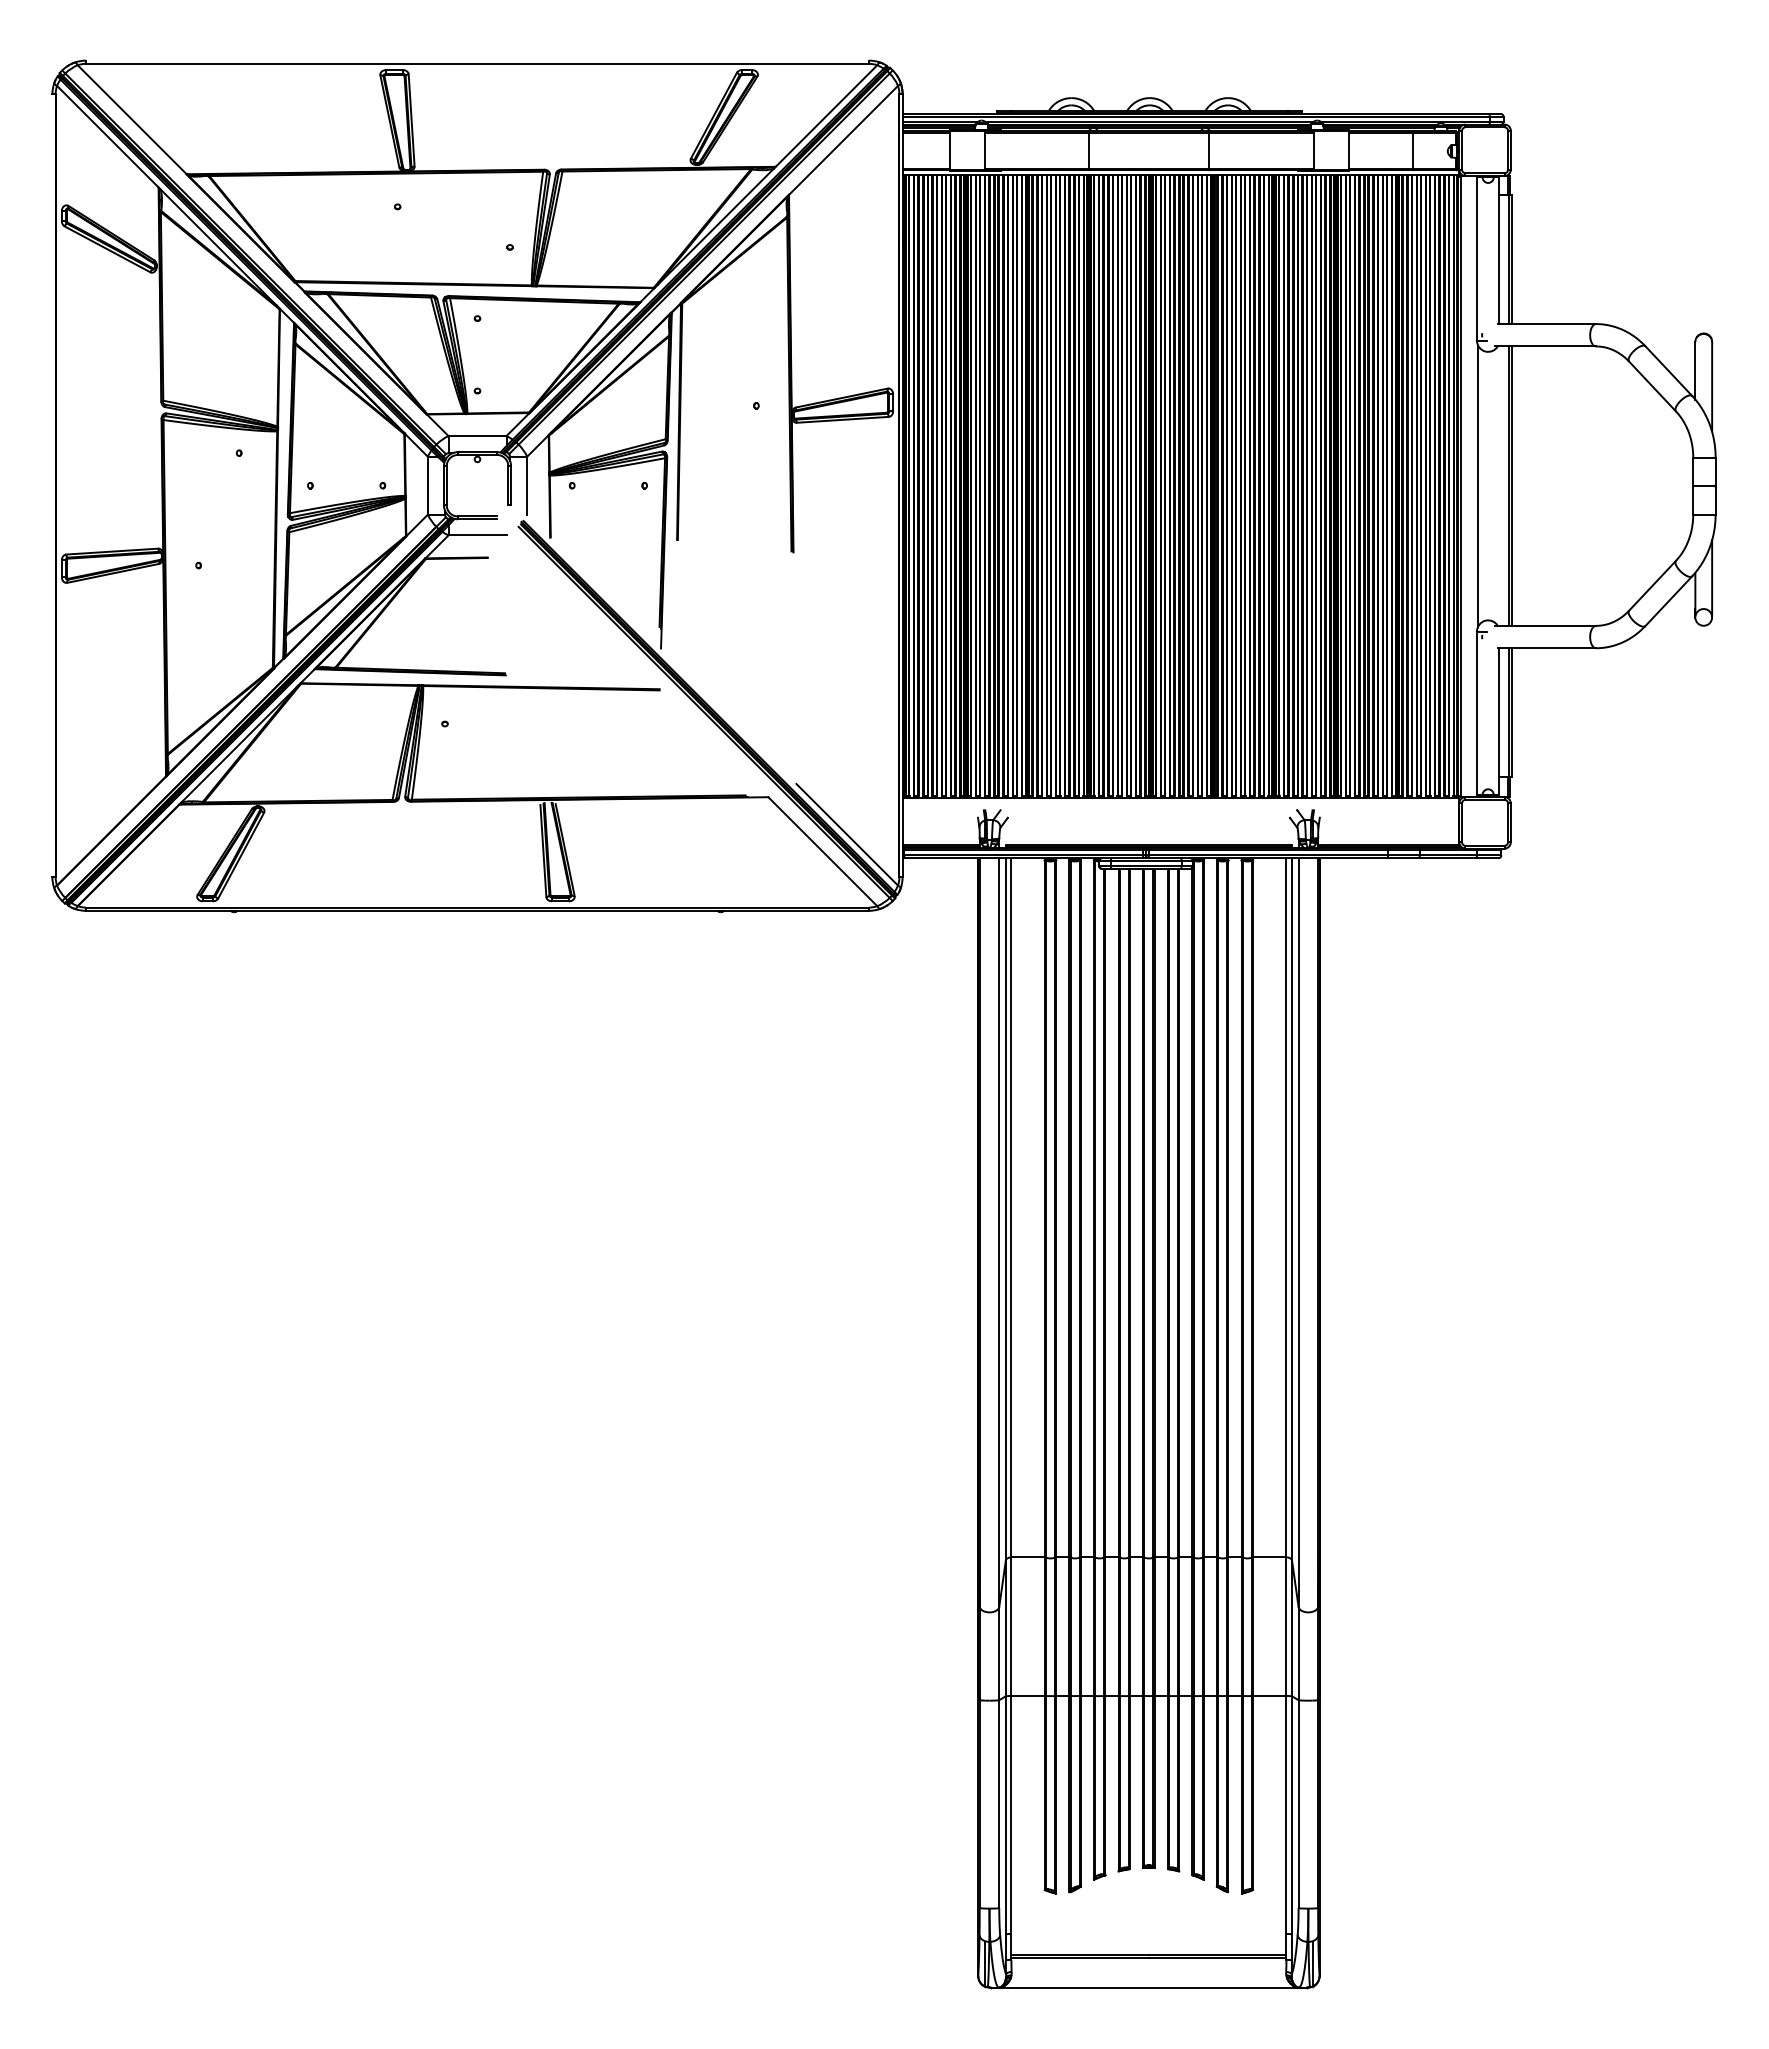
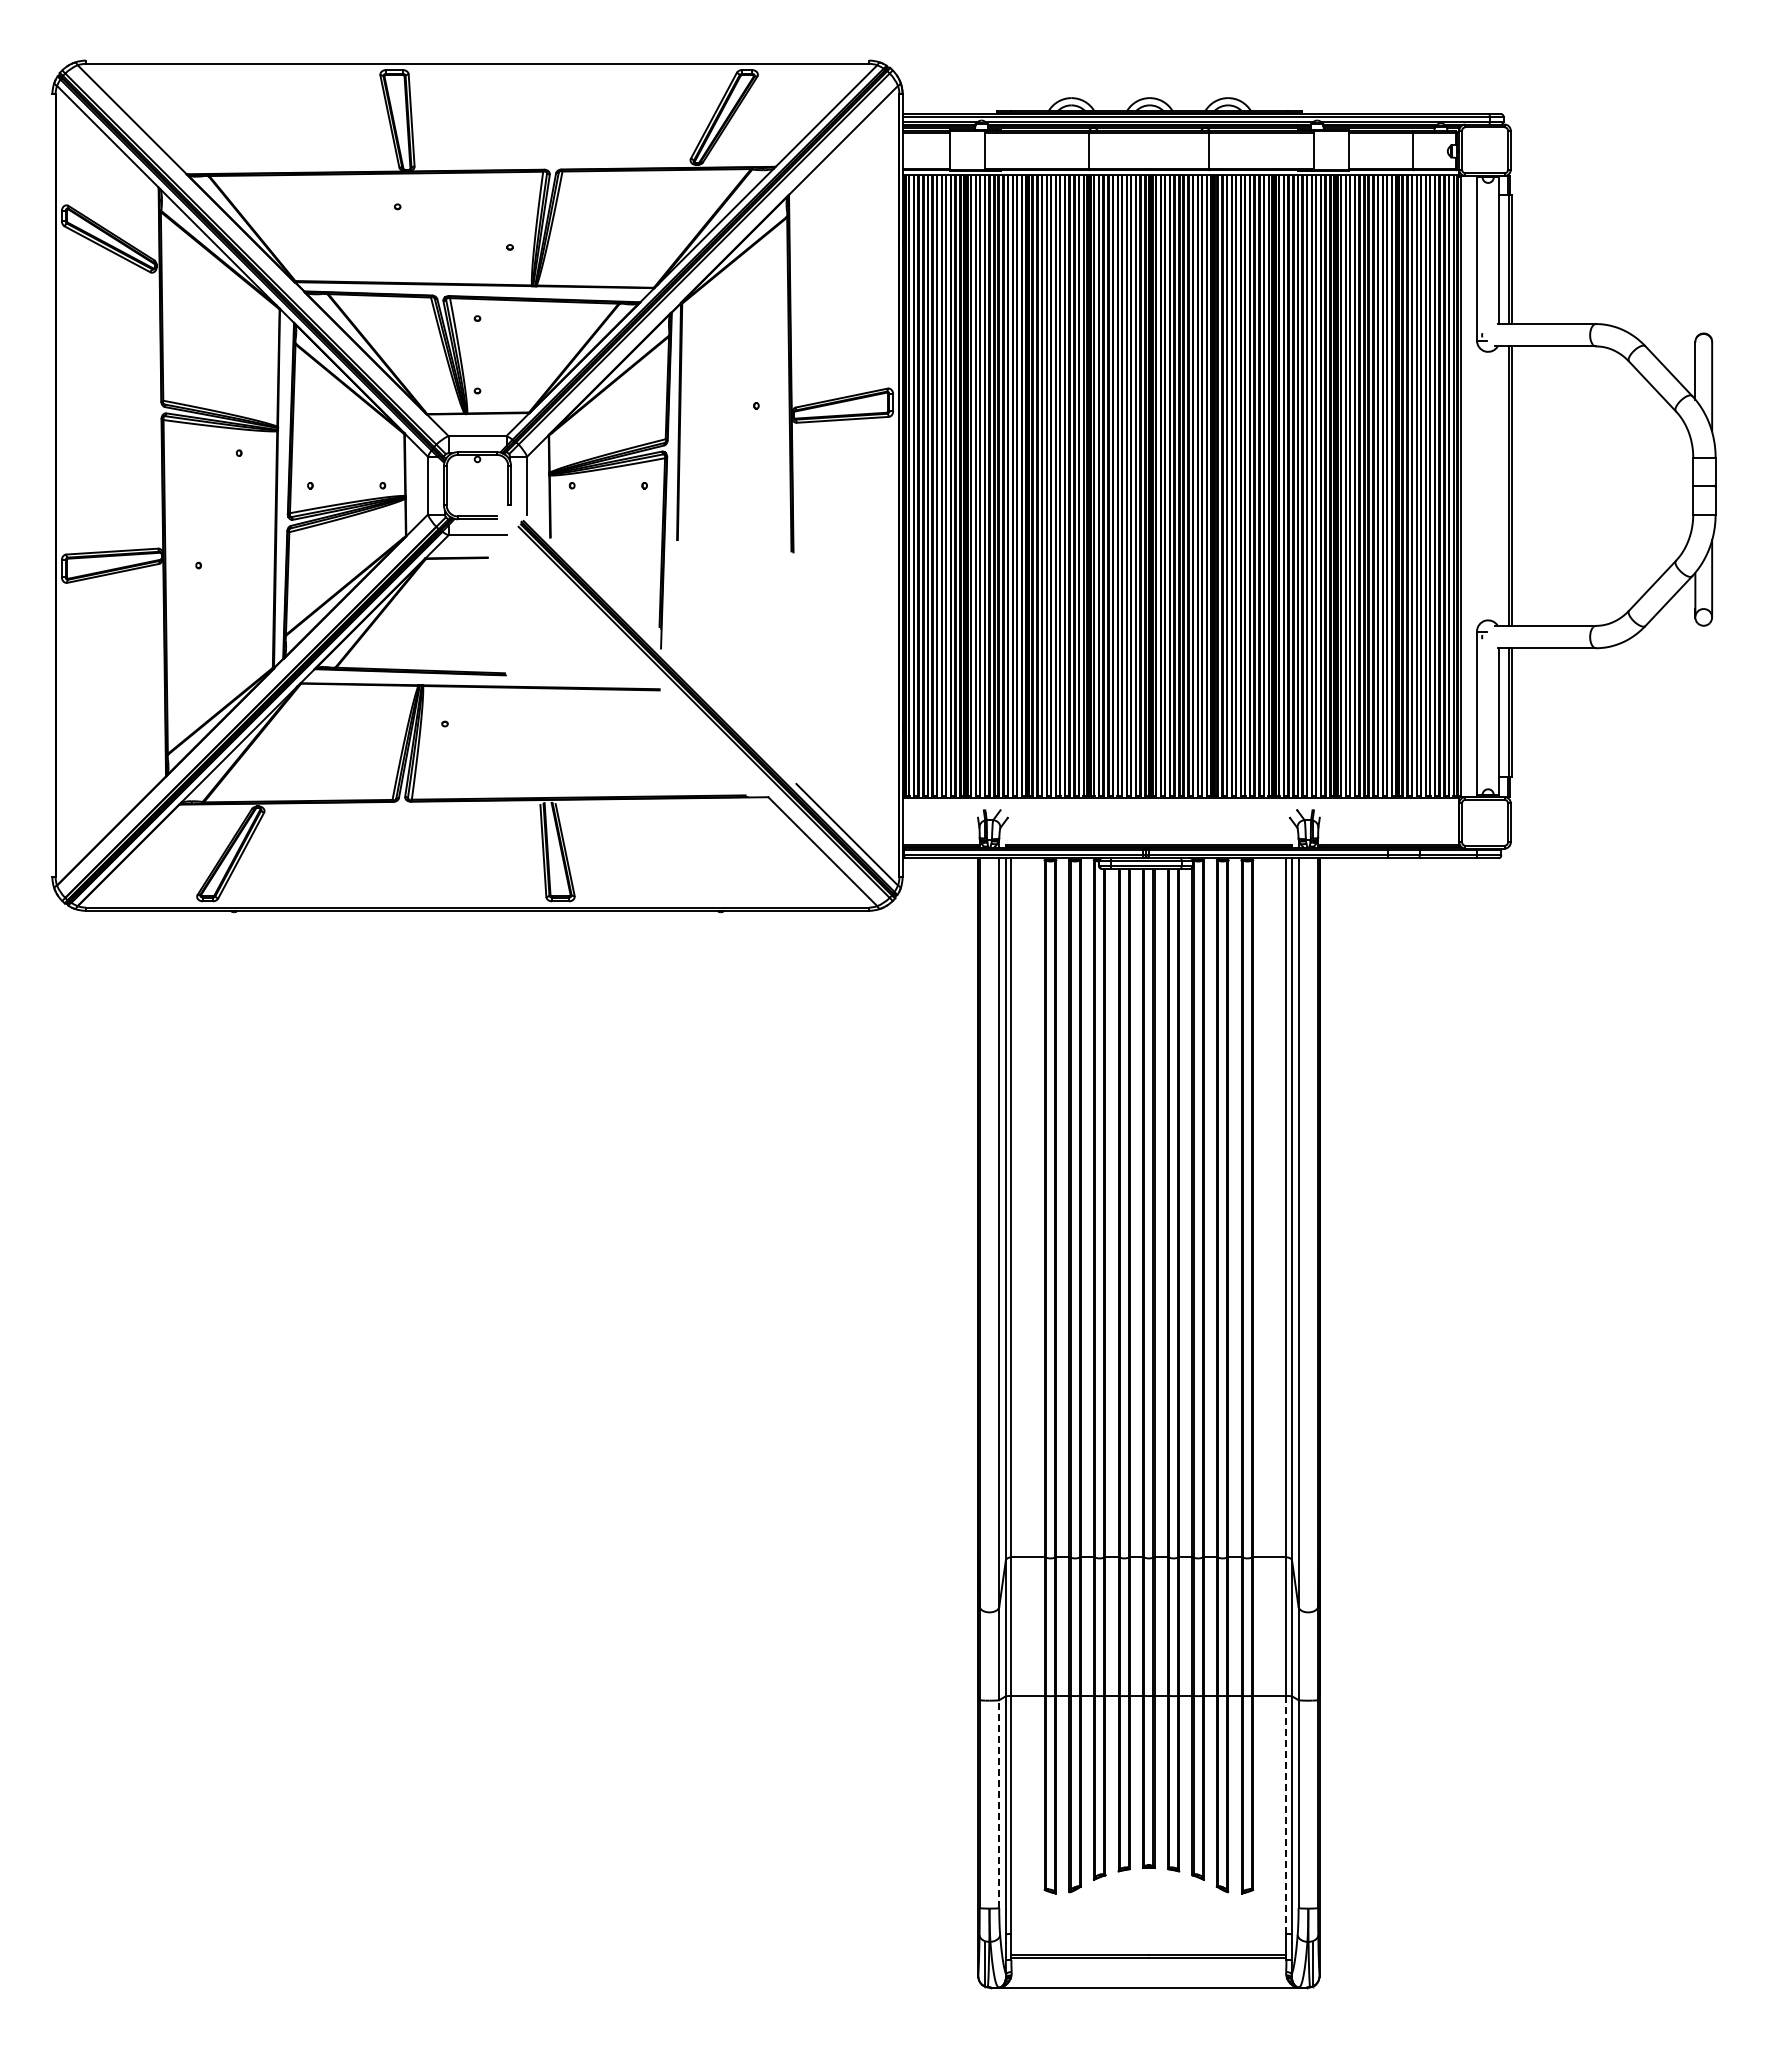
line at (1478, 485): present -> none
line at (999, 1804): solid -> dashed
line at (1286, 1814): solid -> dashed
